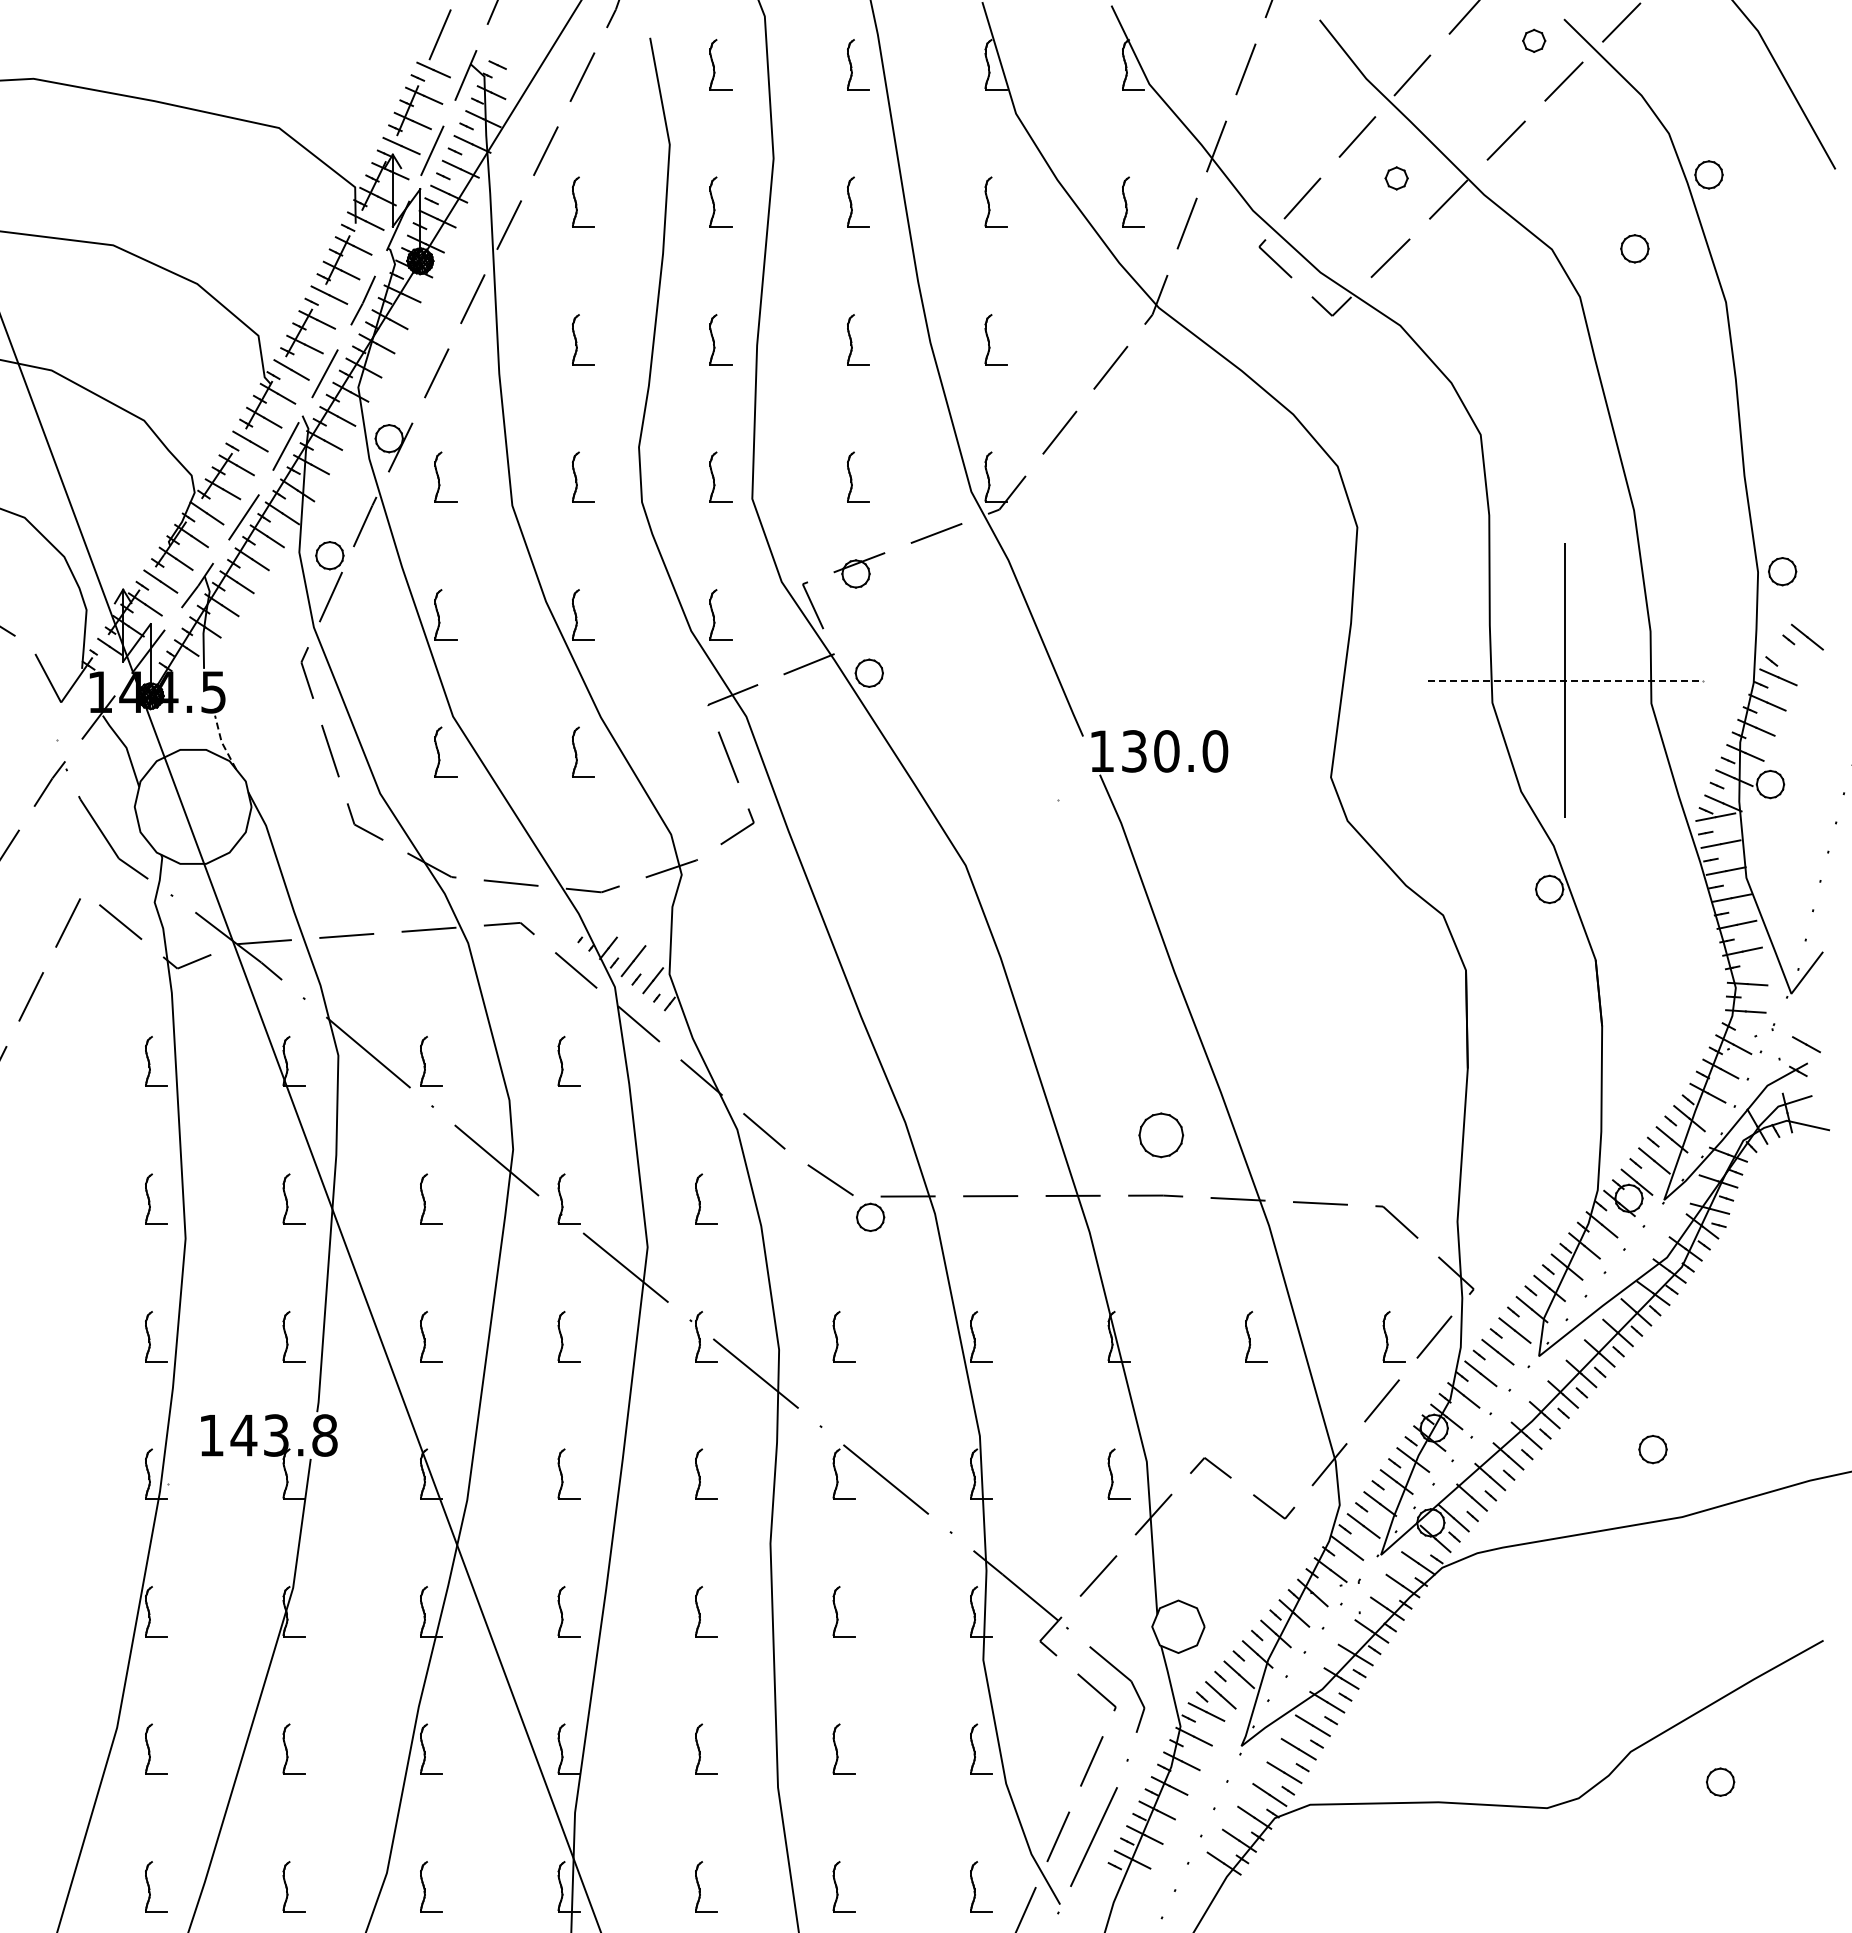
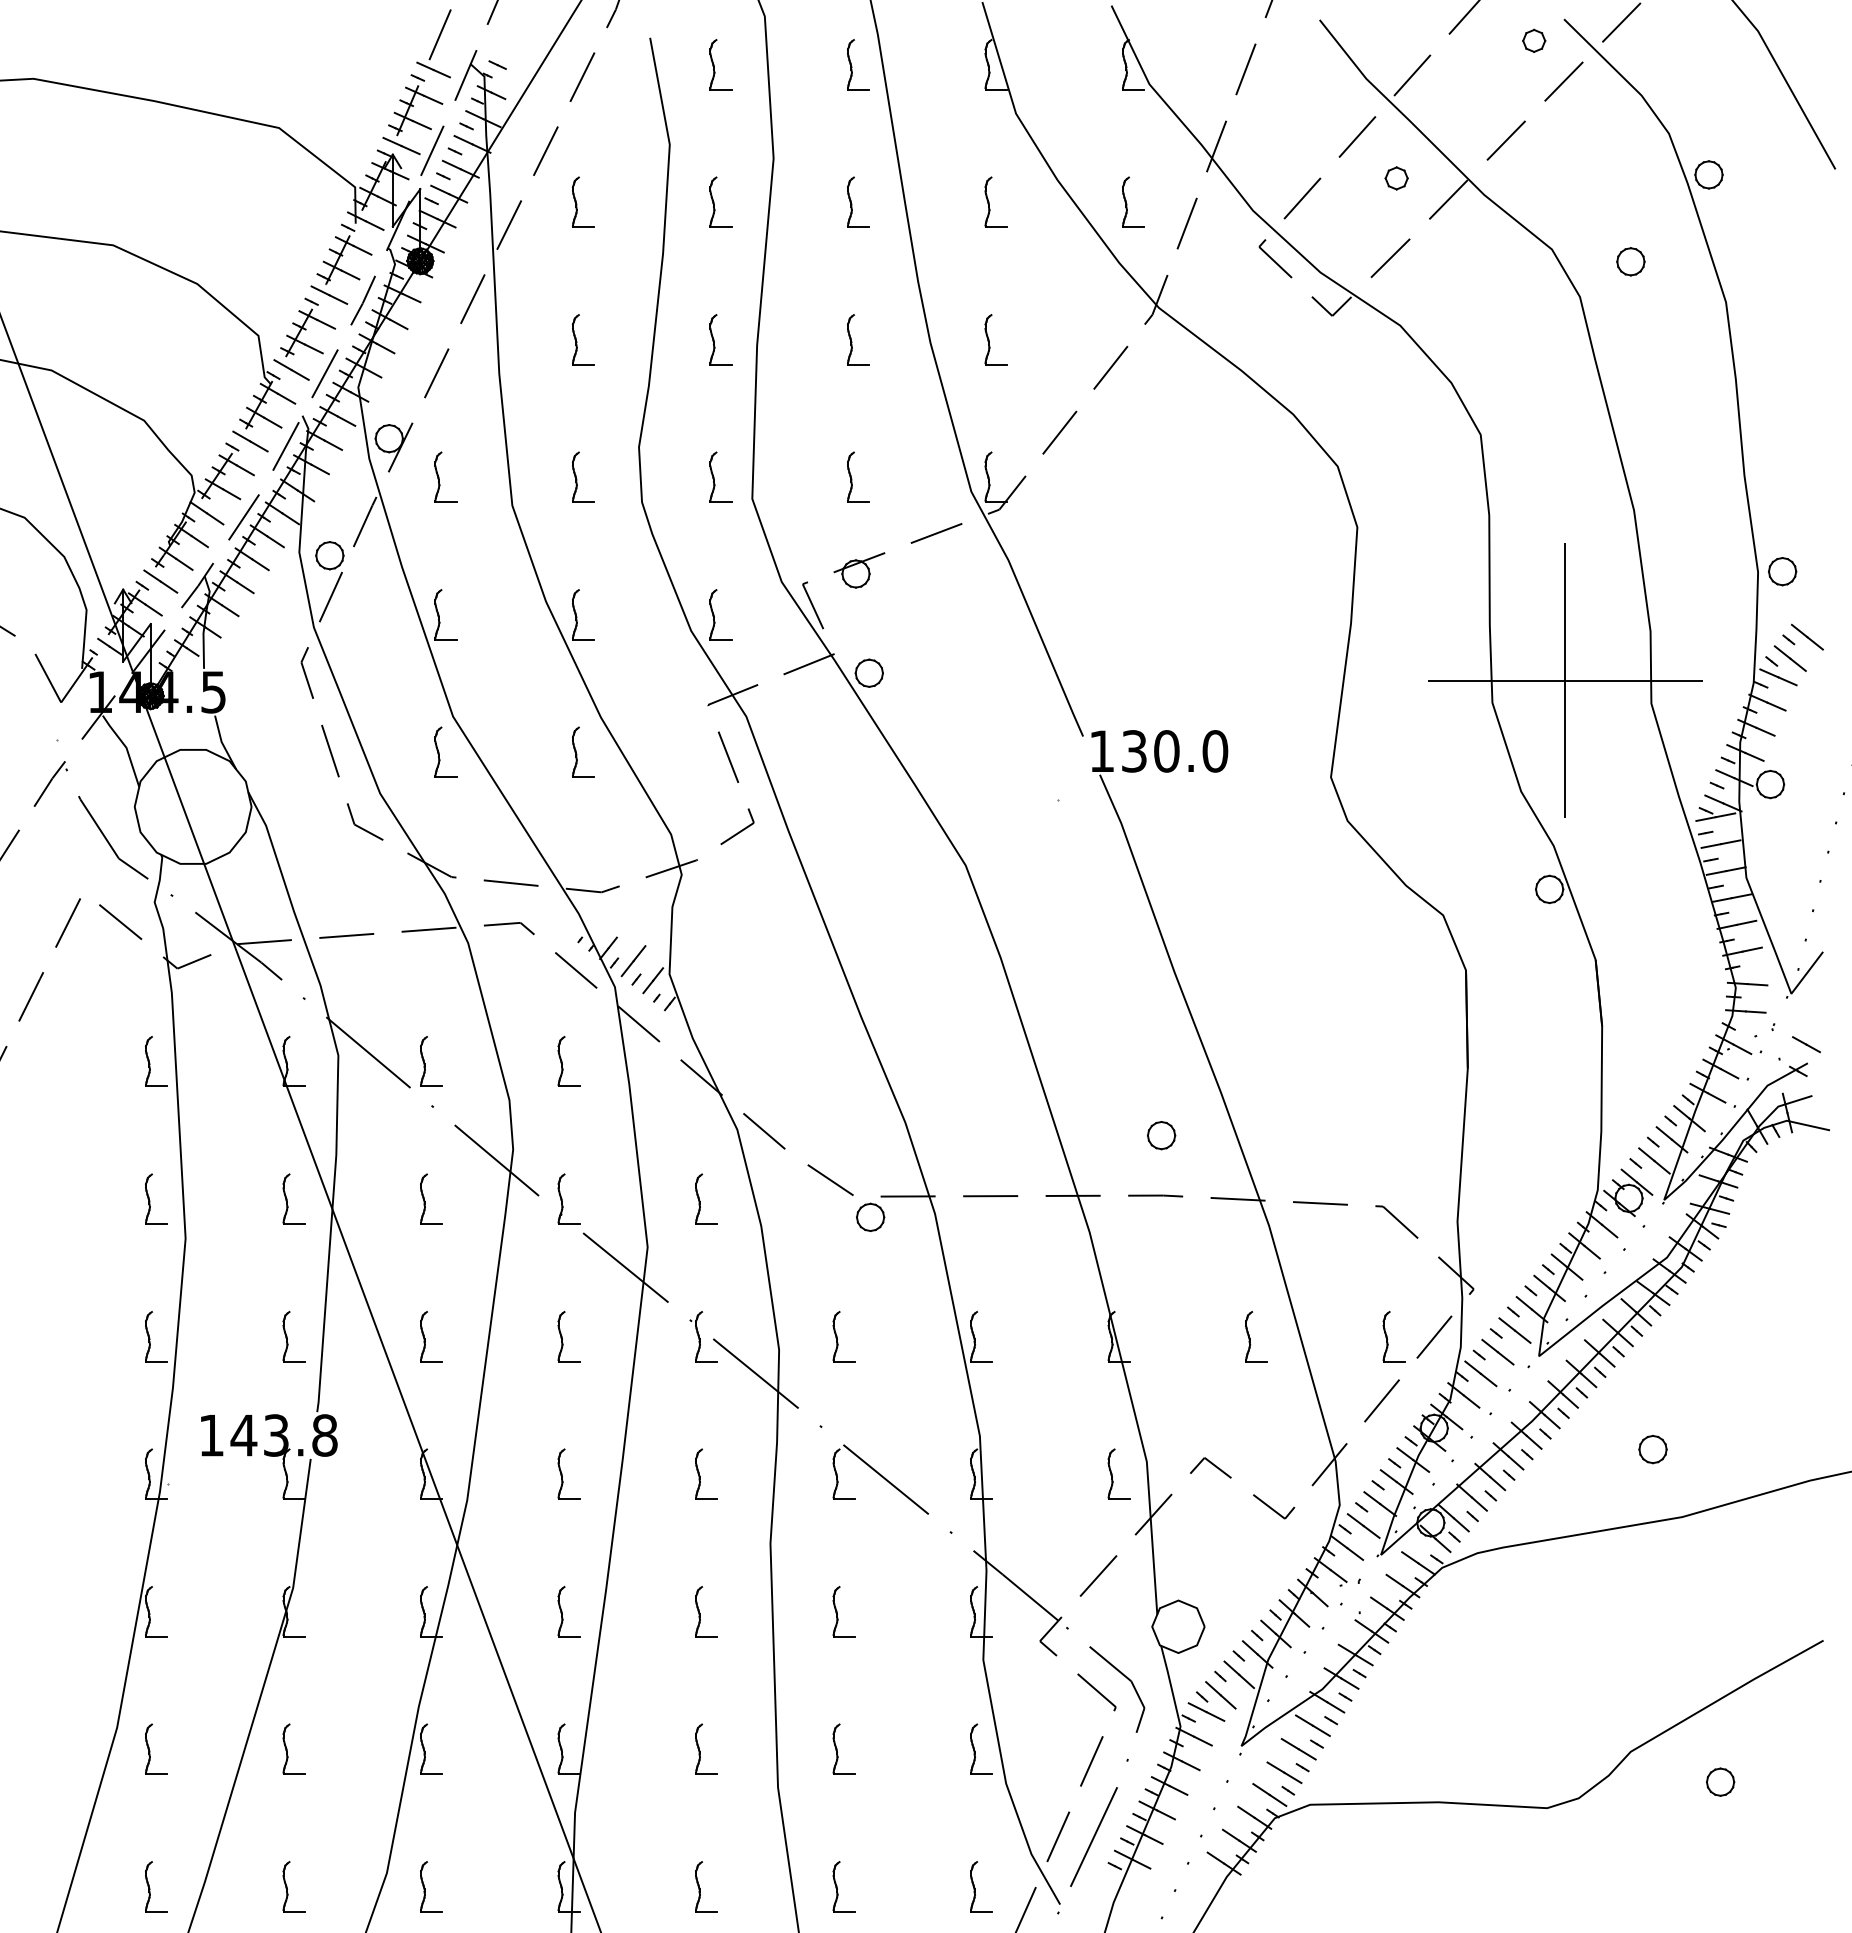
part at (1634, 248) position: (1634, 248) -> (1630, 261)
line at (1789, 658): none -> present
line at (1565, 680): dashed -> solid
line at (222, 742): dashed -> solid
part at (1161, 1135) size: 47x47 px -> 30x30 px
